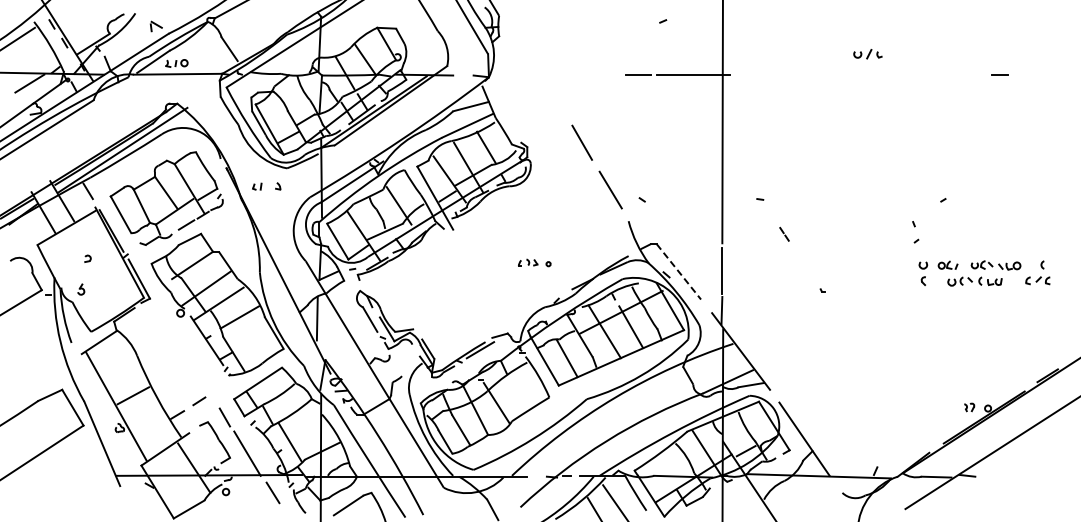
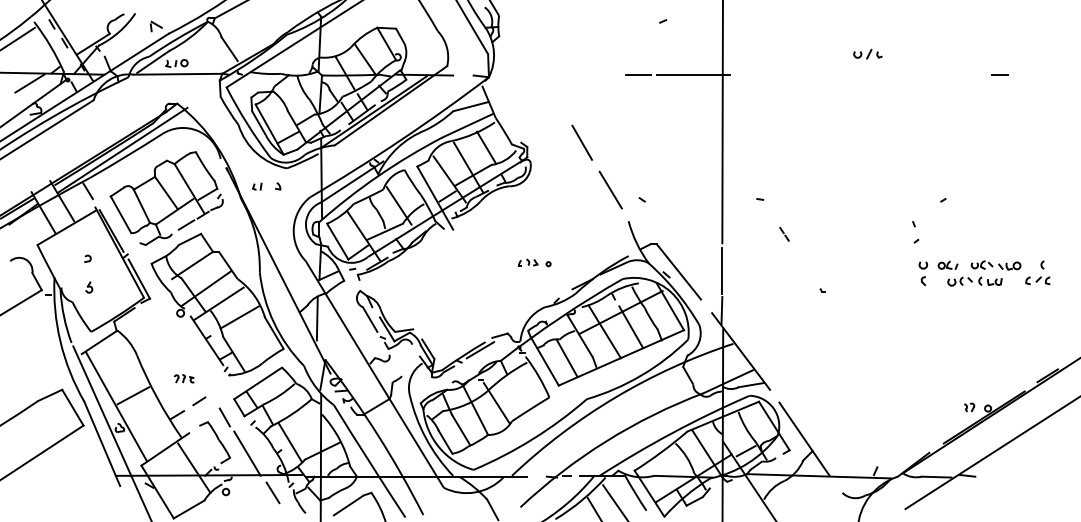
line at (679, 272): dashed -> solid
part at (81, 289) position: (81, 289) -> (89, 287)
part at (183, 378): none -> present
line at (111, 432): none -> present
